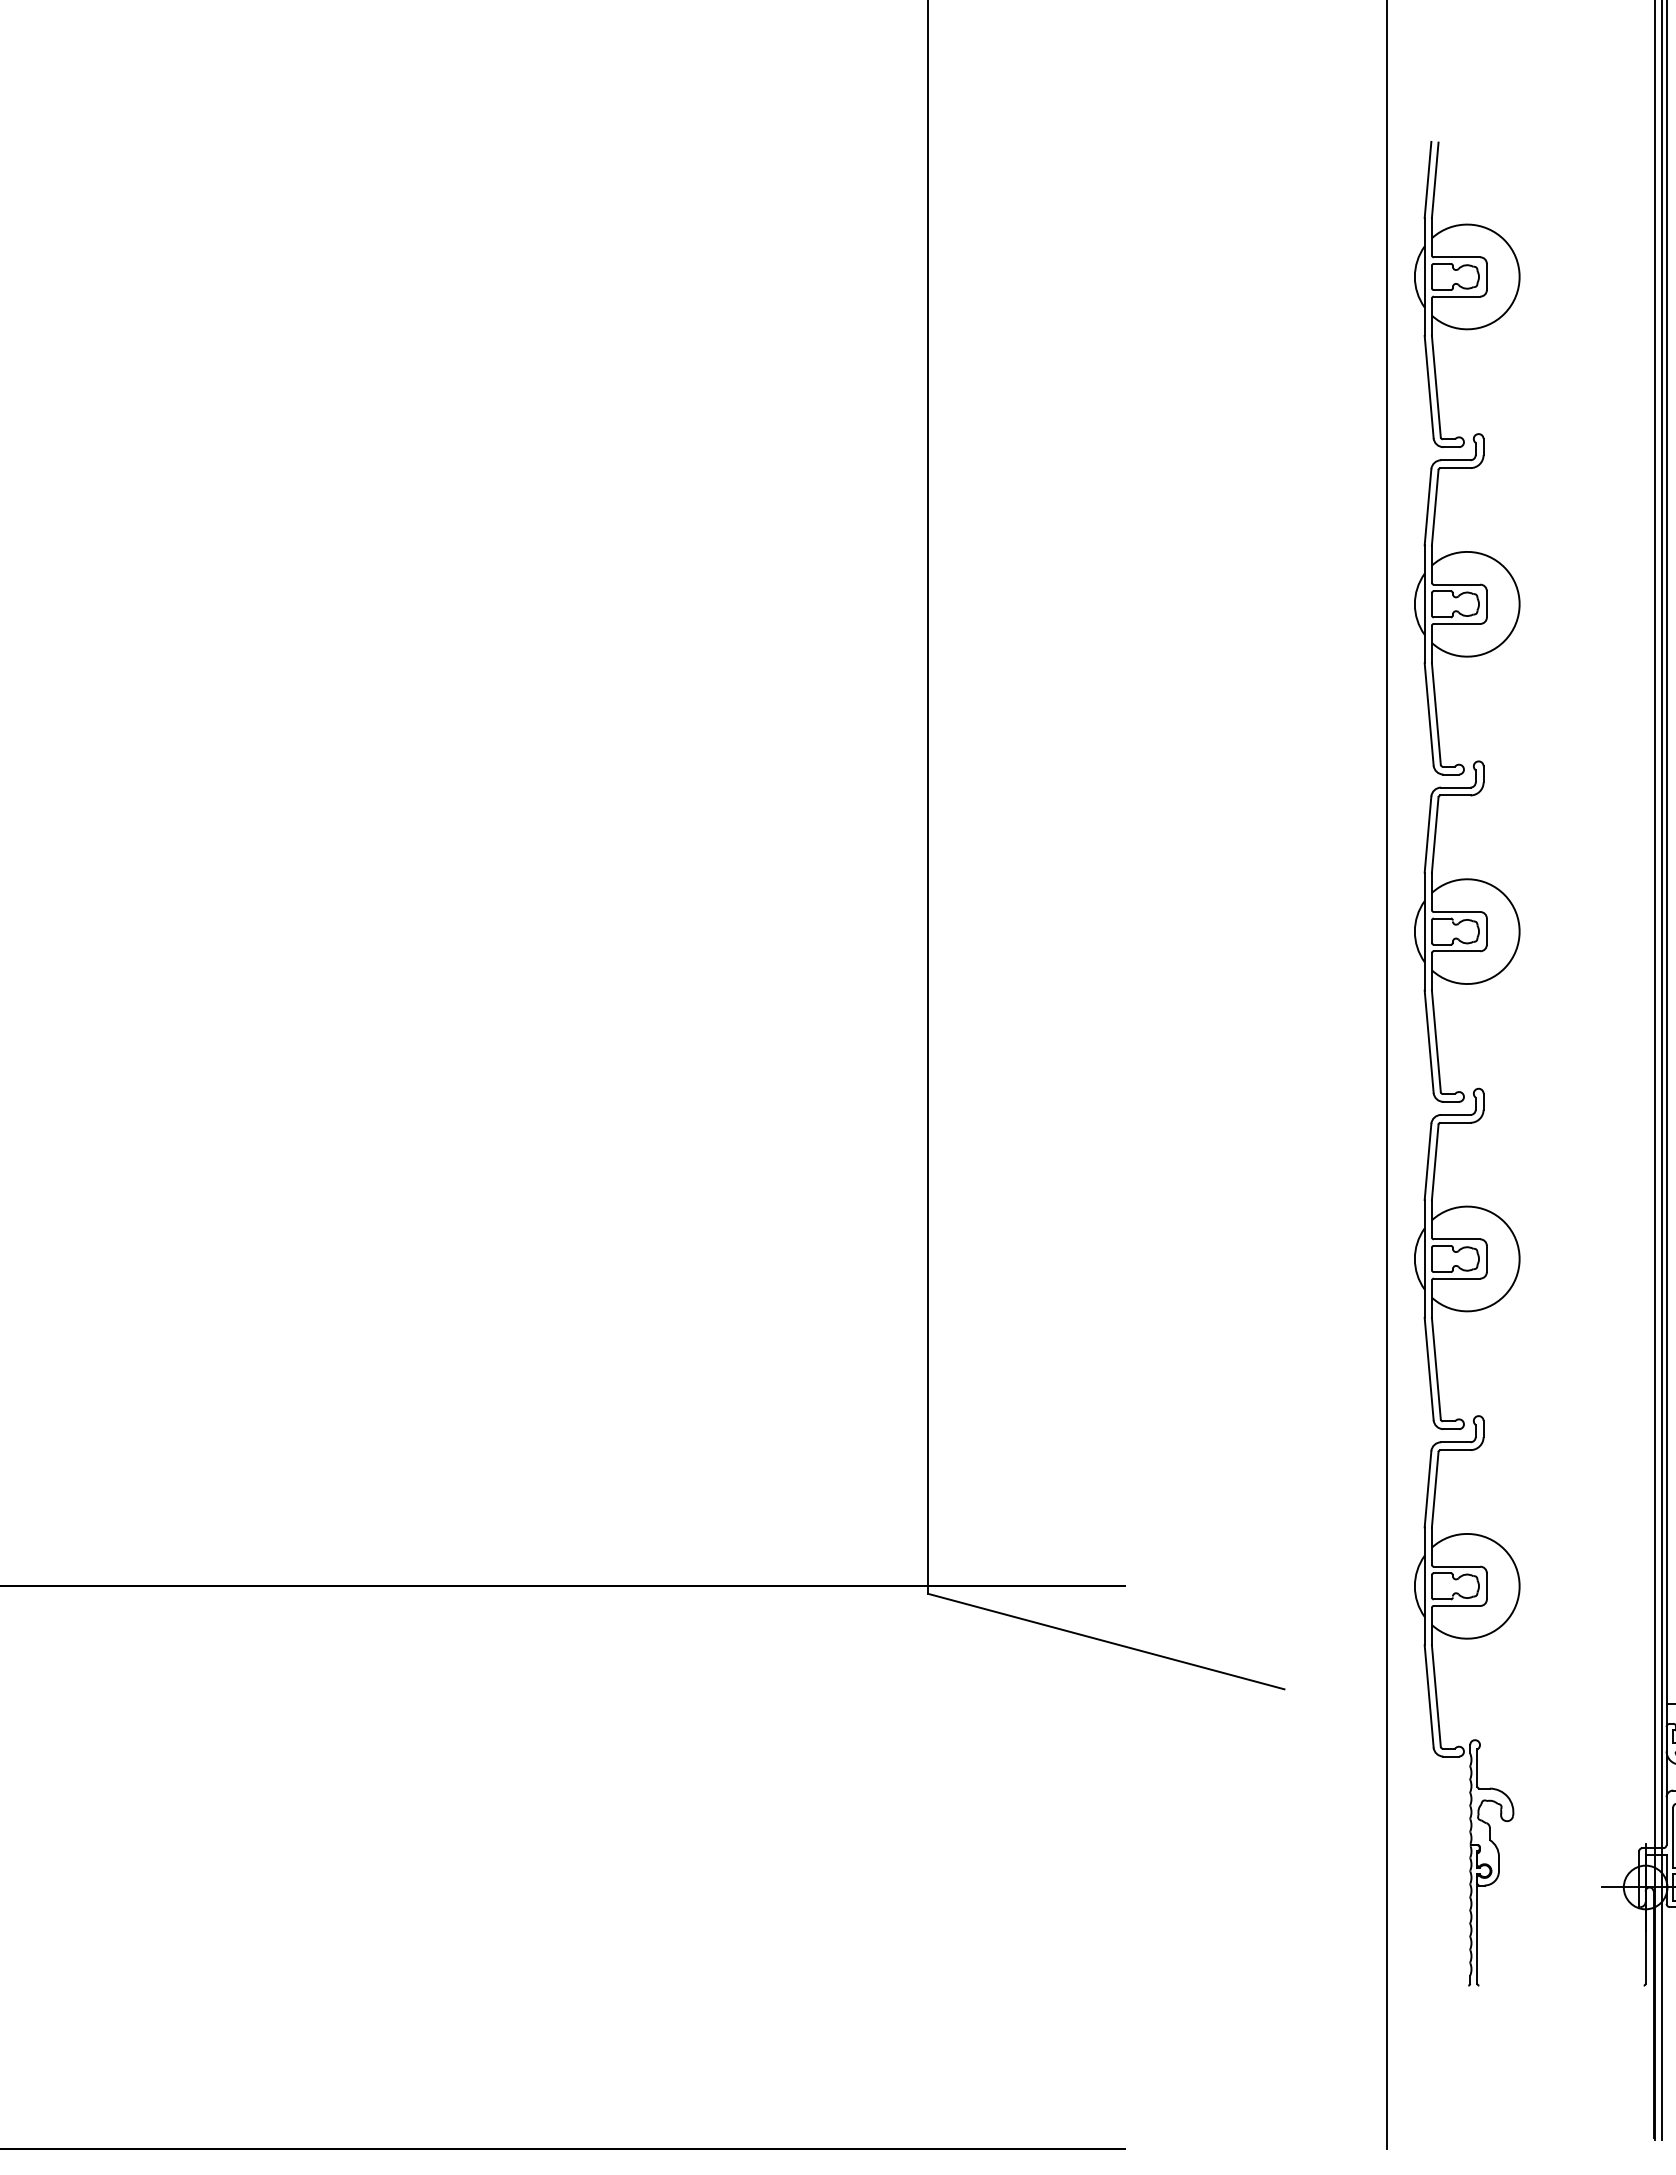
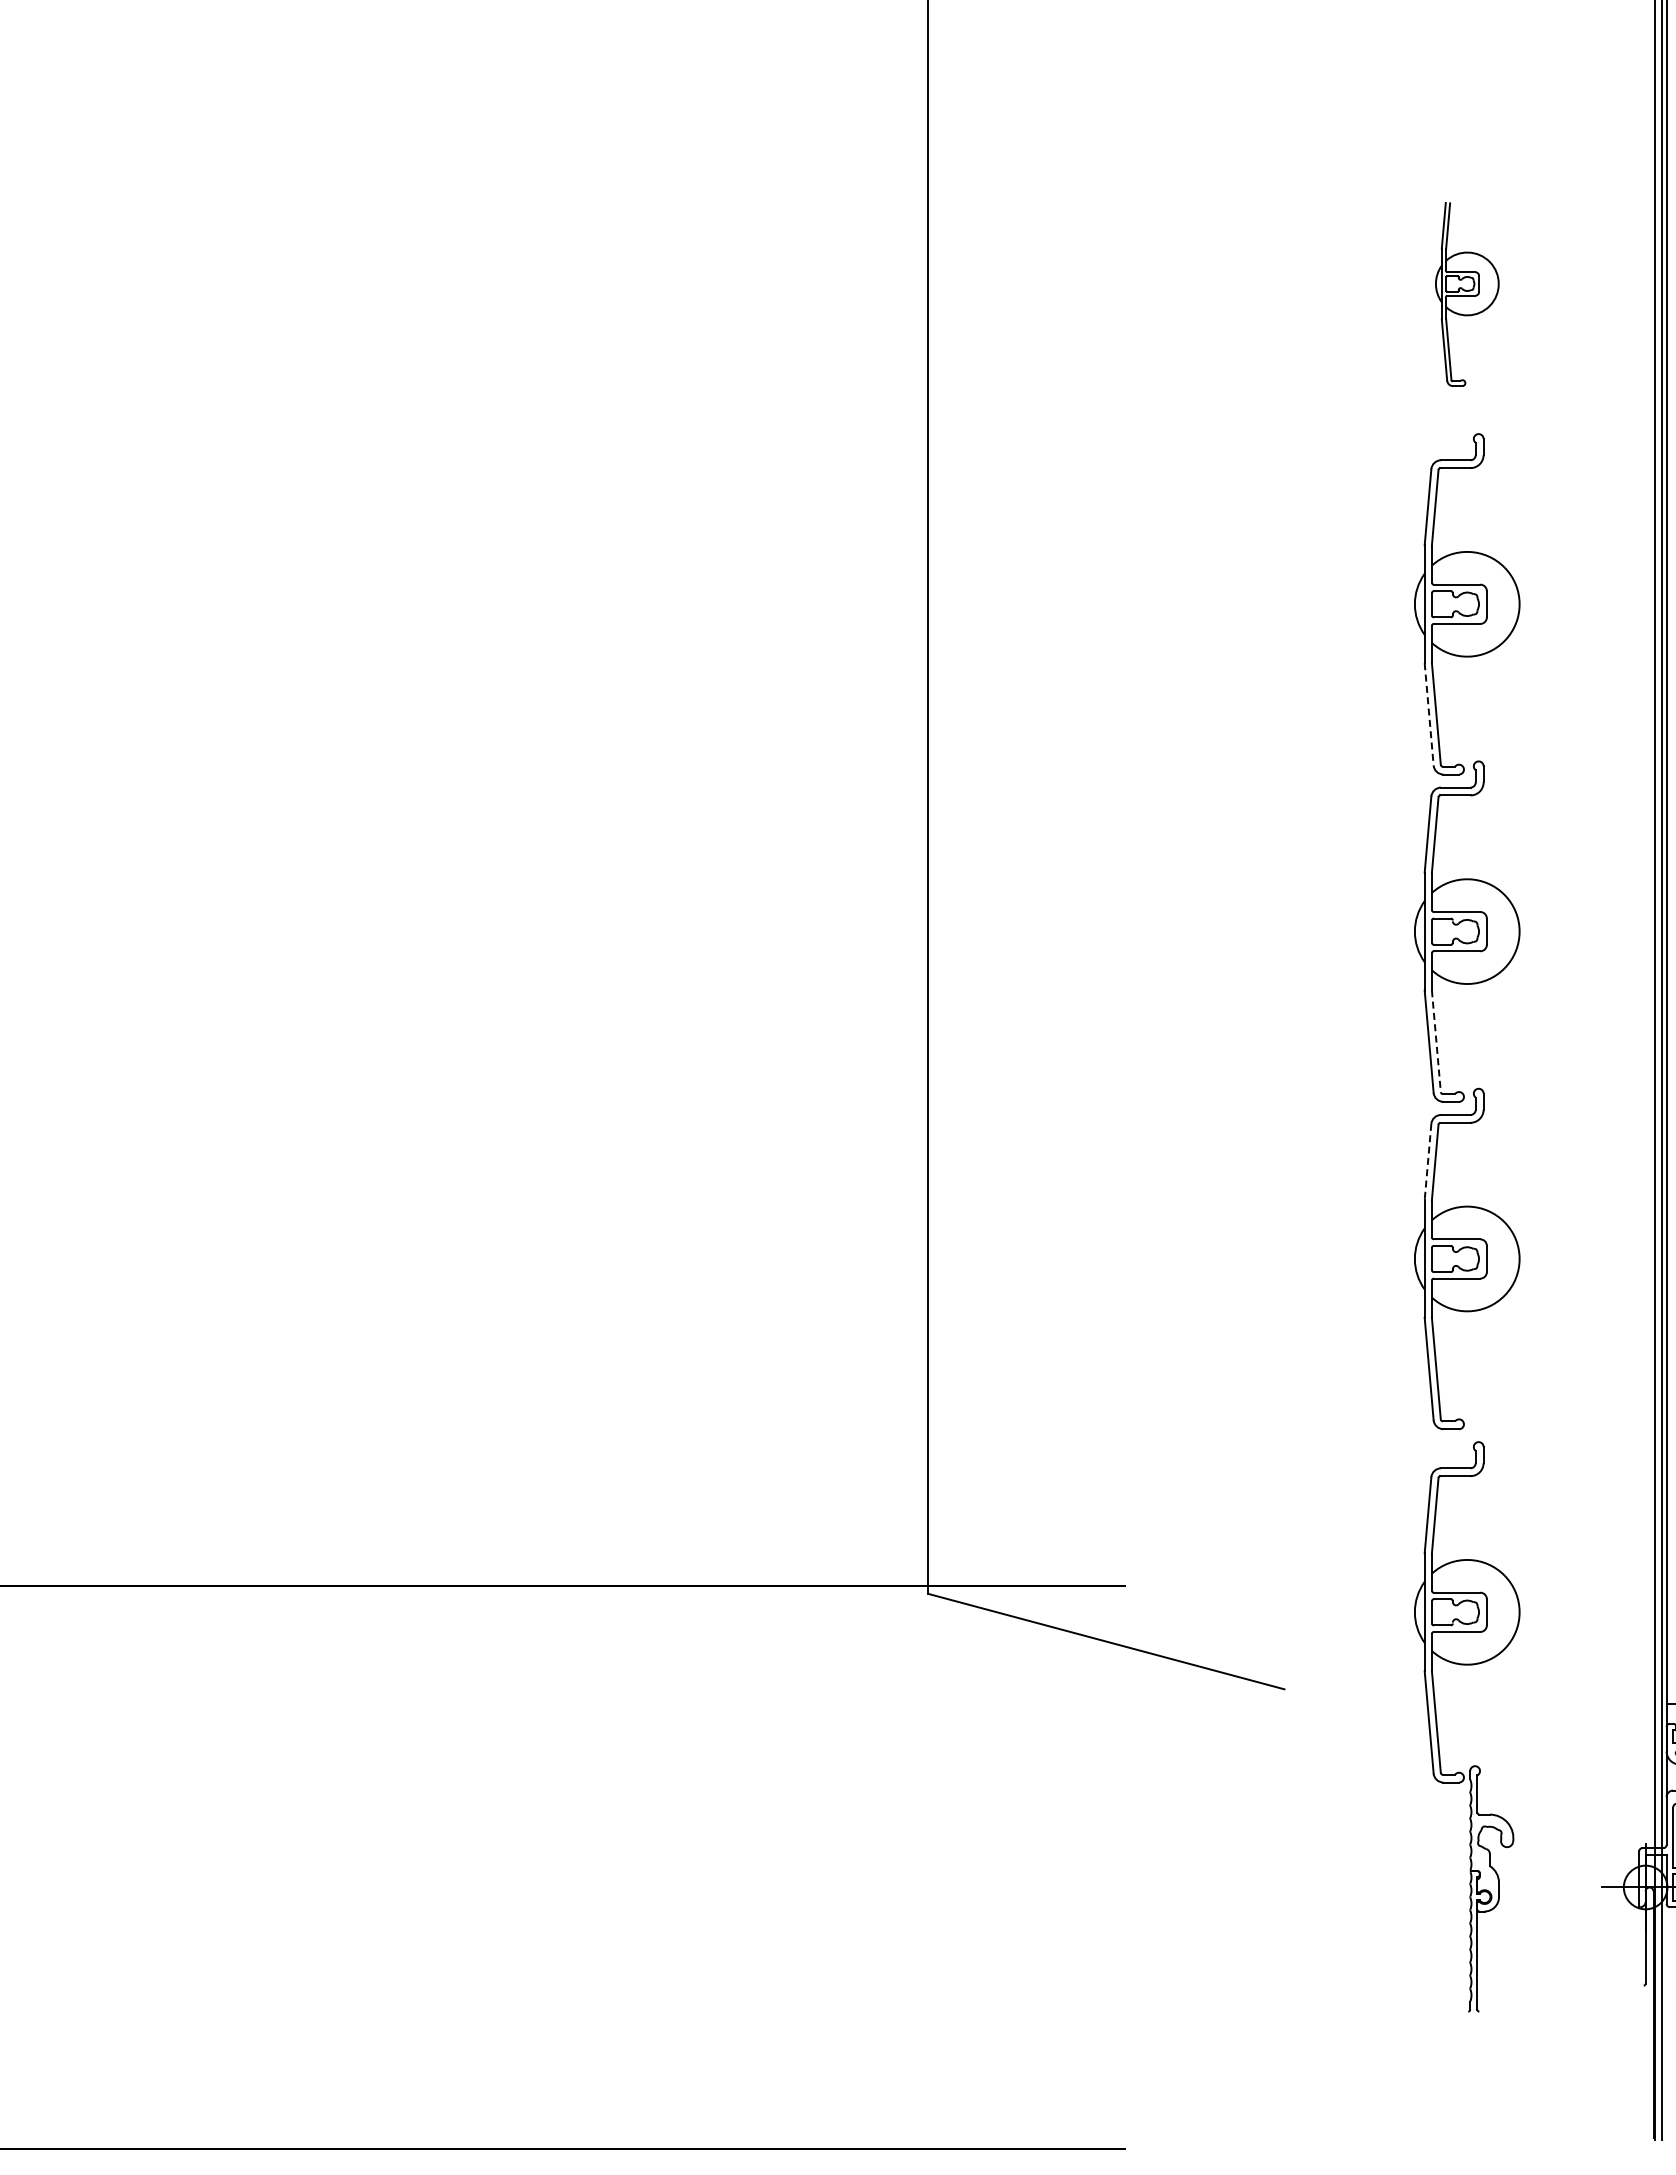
part at (1467, 294) size: 107x307 px -> 65x185 px
line at (1429, 714): solid -> dashed
line at (1436, 1041): solid -> dashed
line at (1386, 1075): present -> none
line at (1427, 1162): solid -> dashed
part at (1438, 1705) position: (1438, 1705) -> (1438, 1731)
